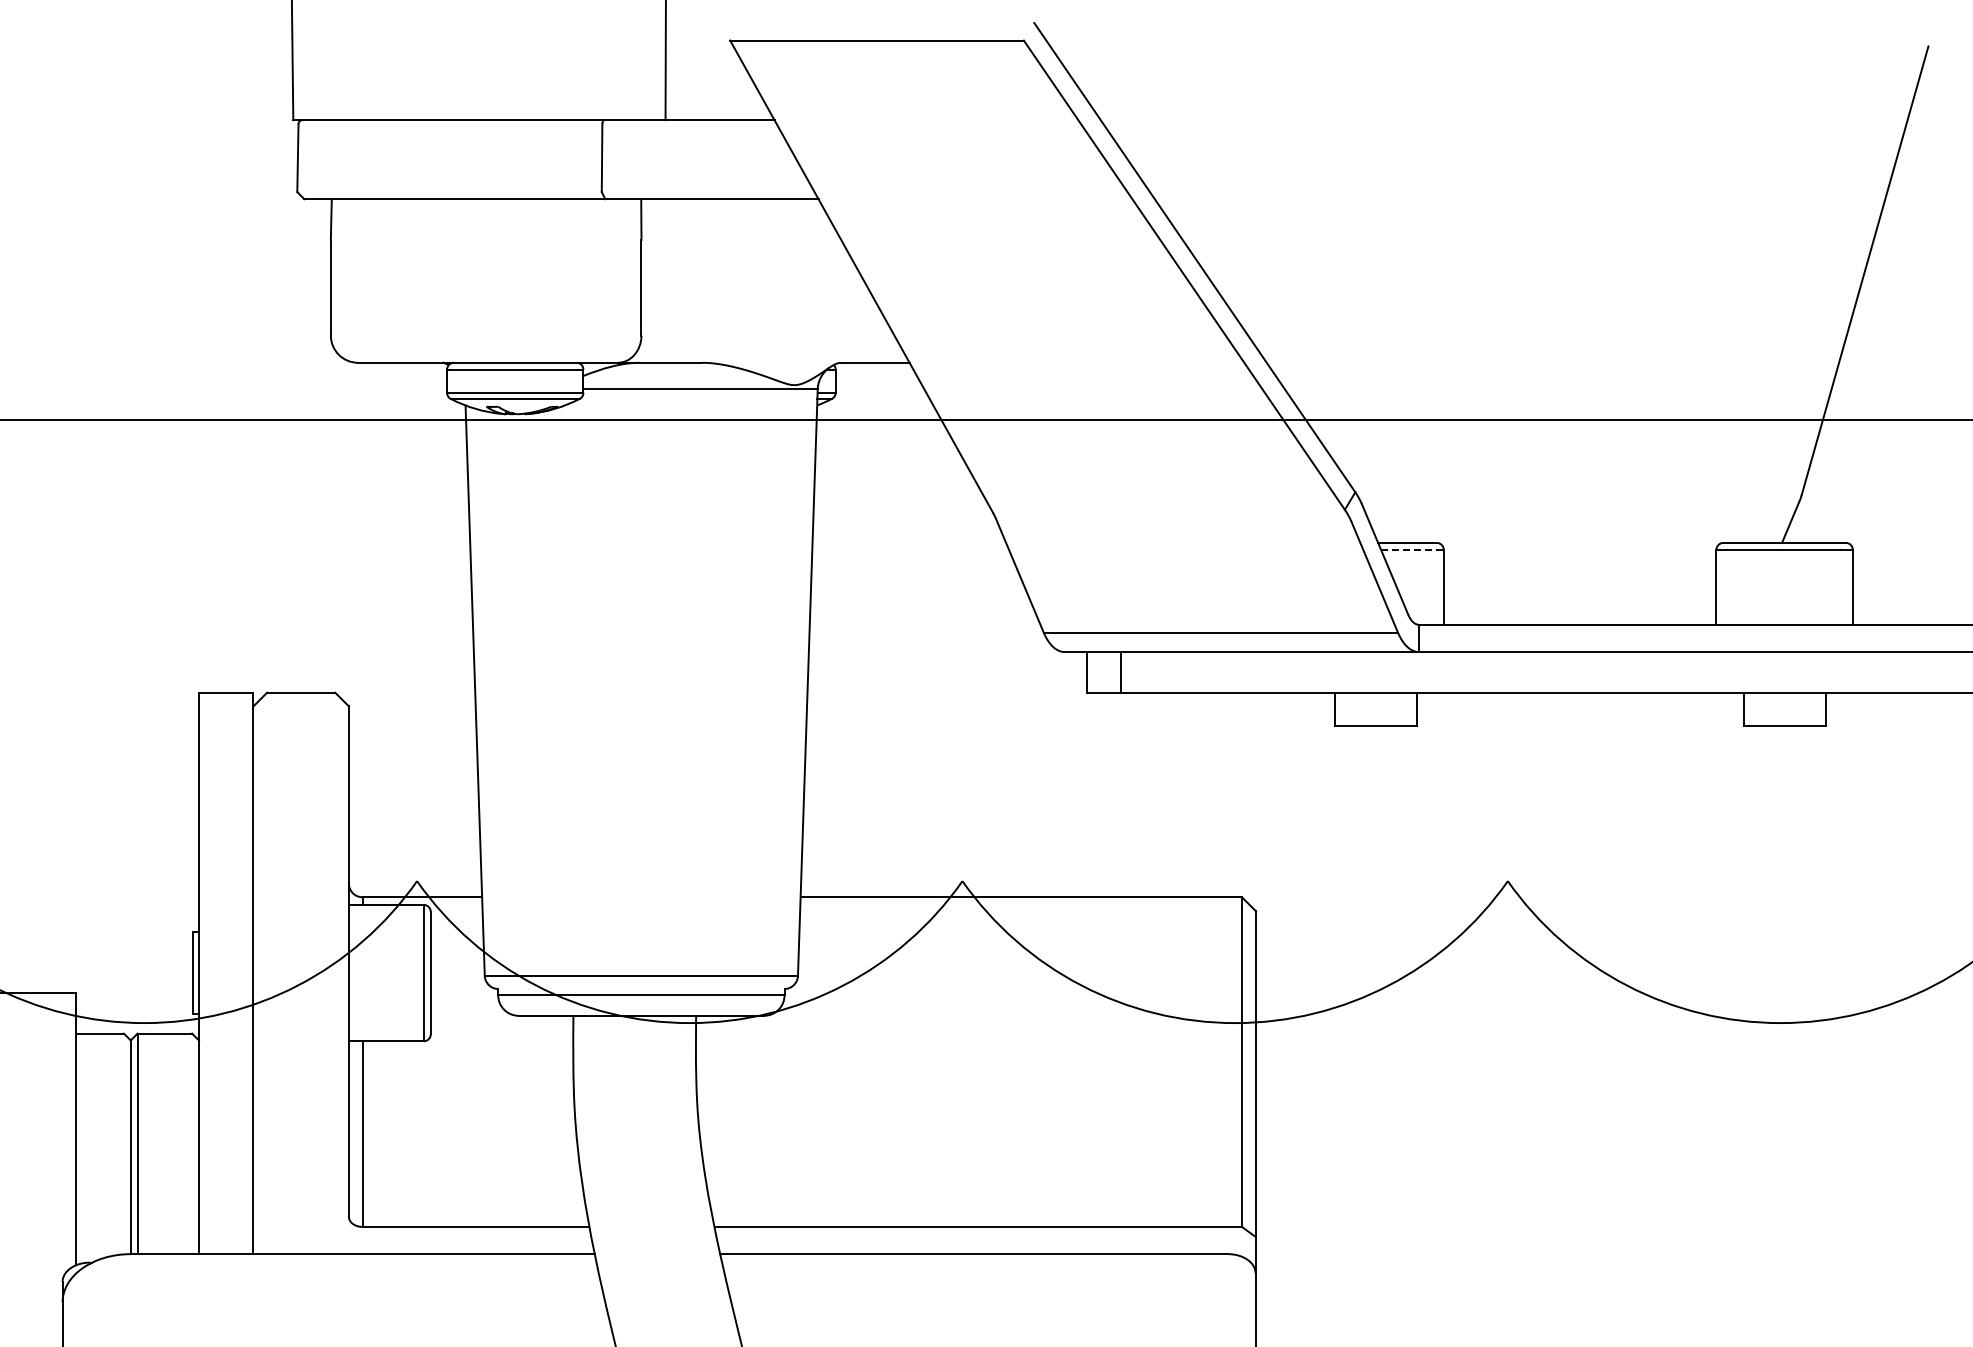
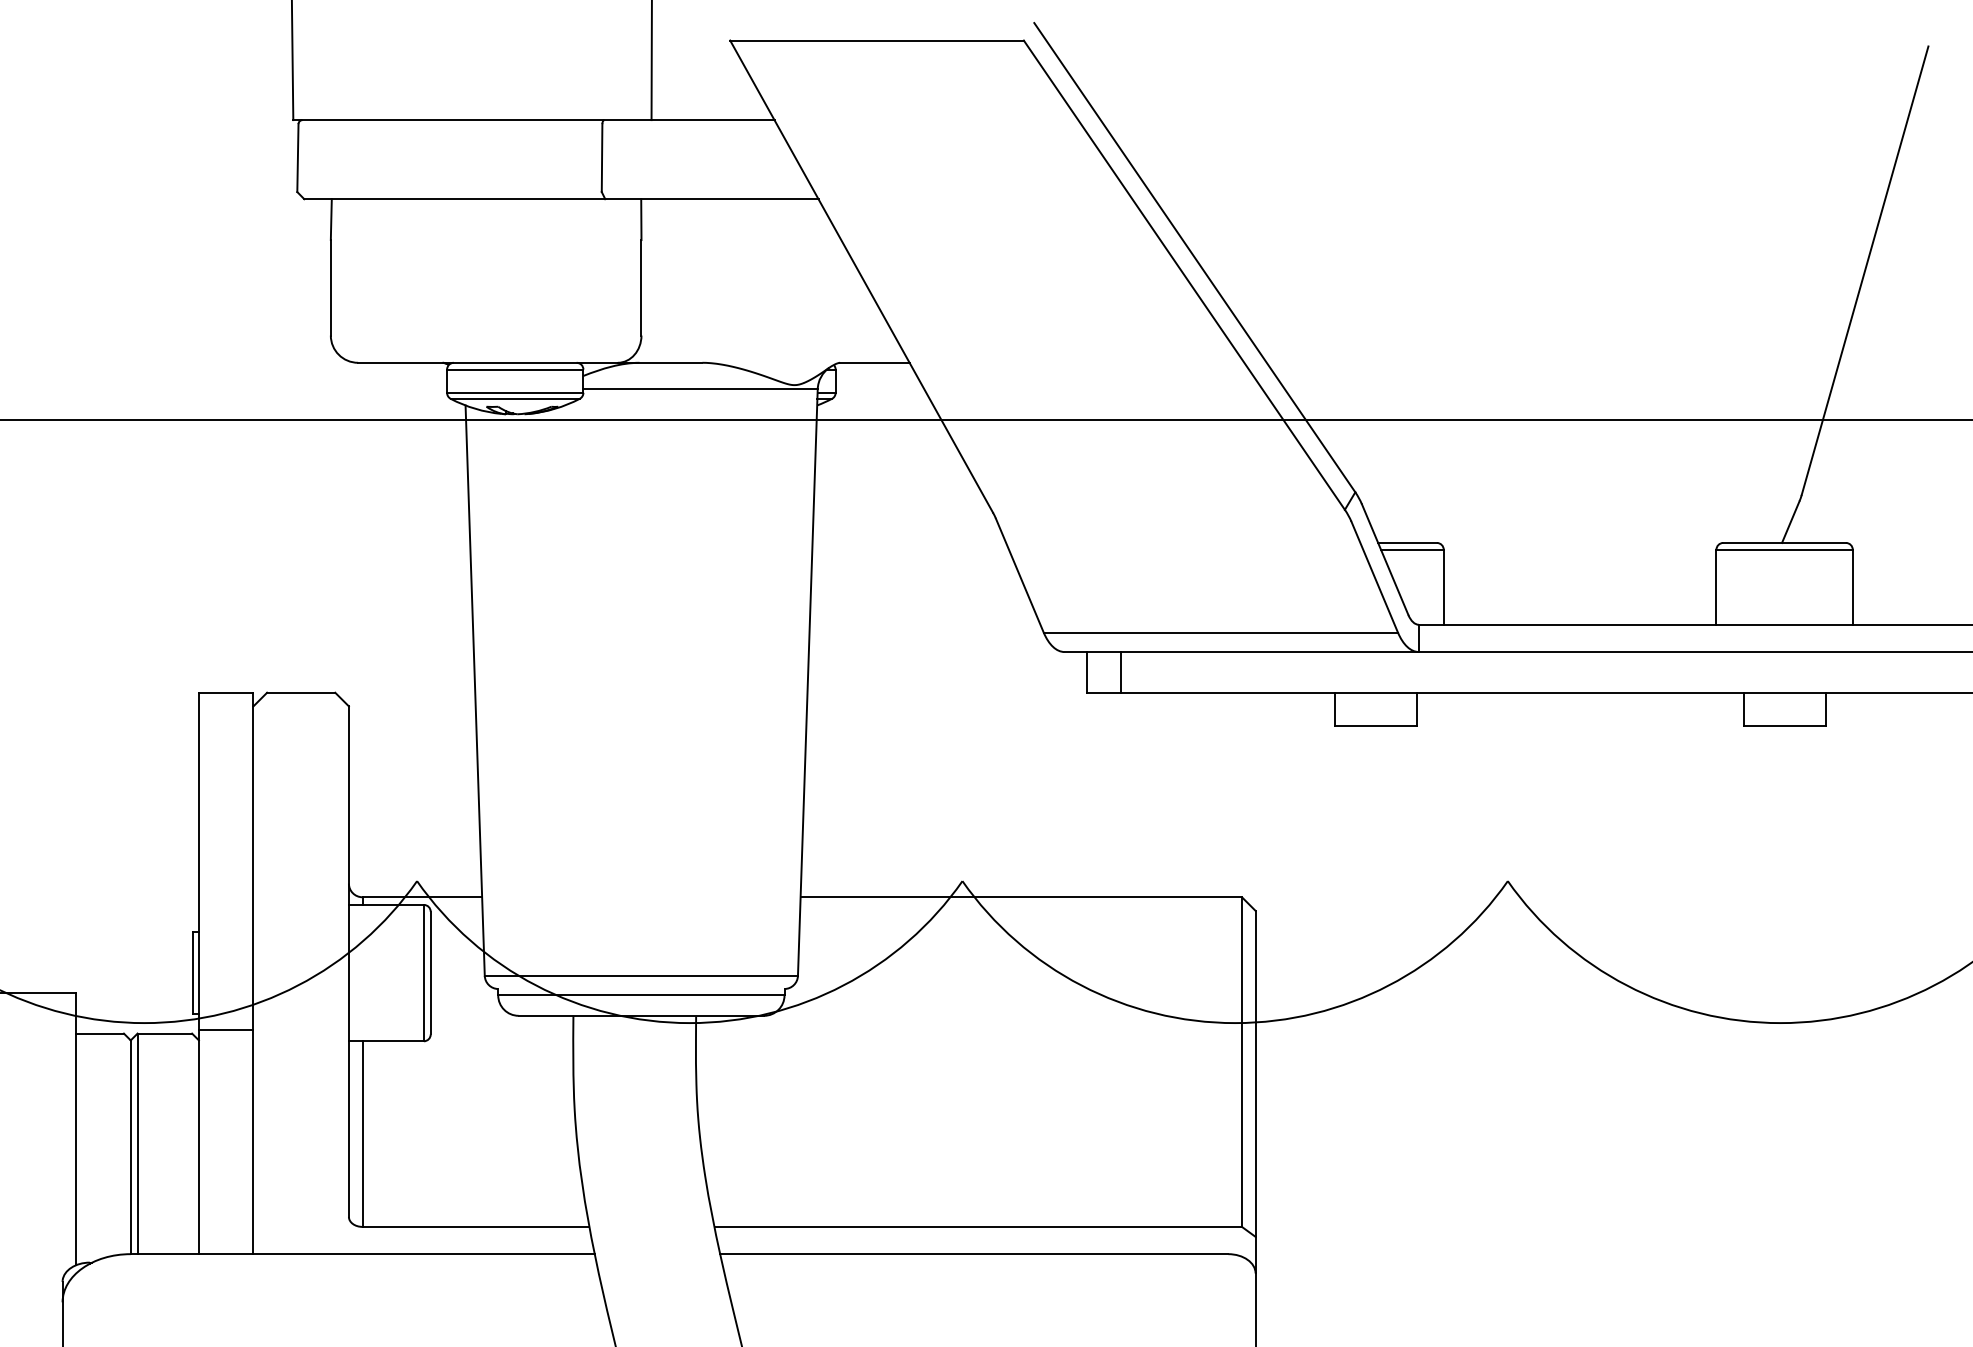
line at (665, 61) position: (665, 61) -> (651, 61)
line at (1412, 549): dashed -> solid
line at (225, 1029): none -> present
